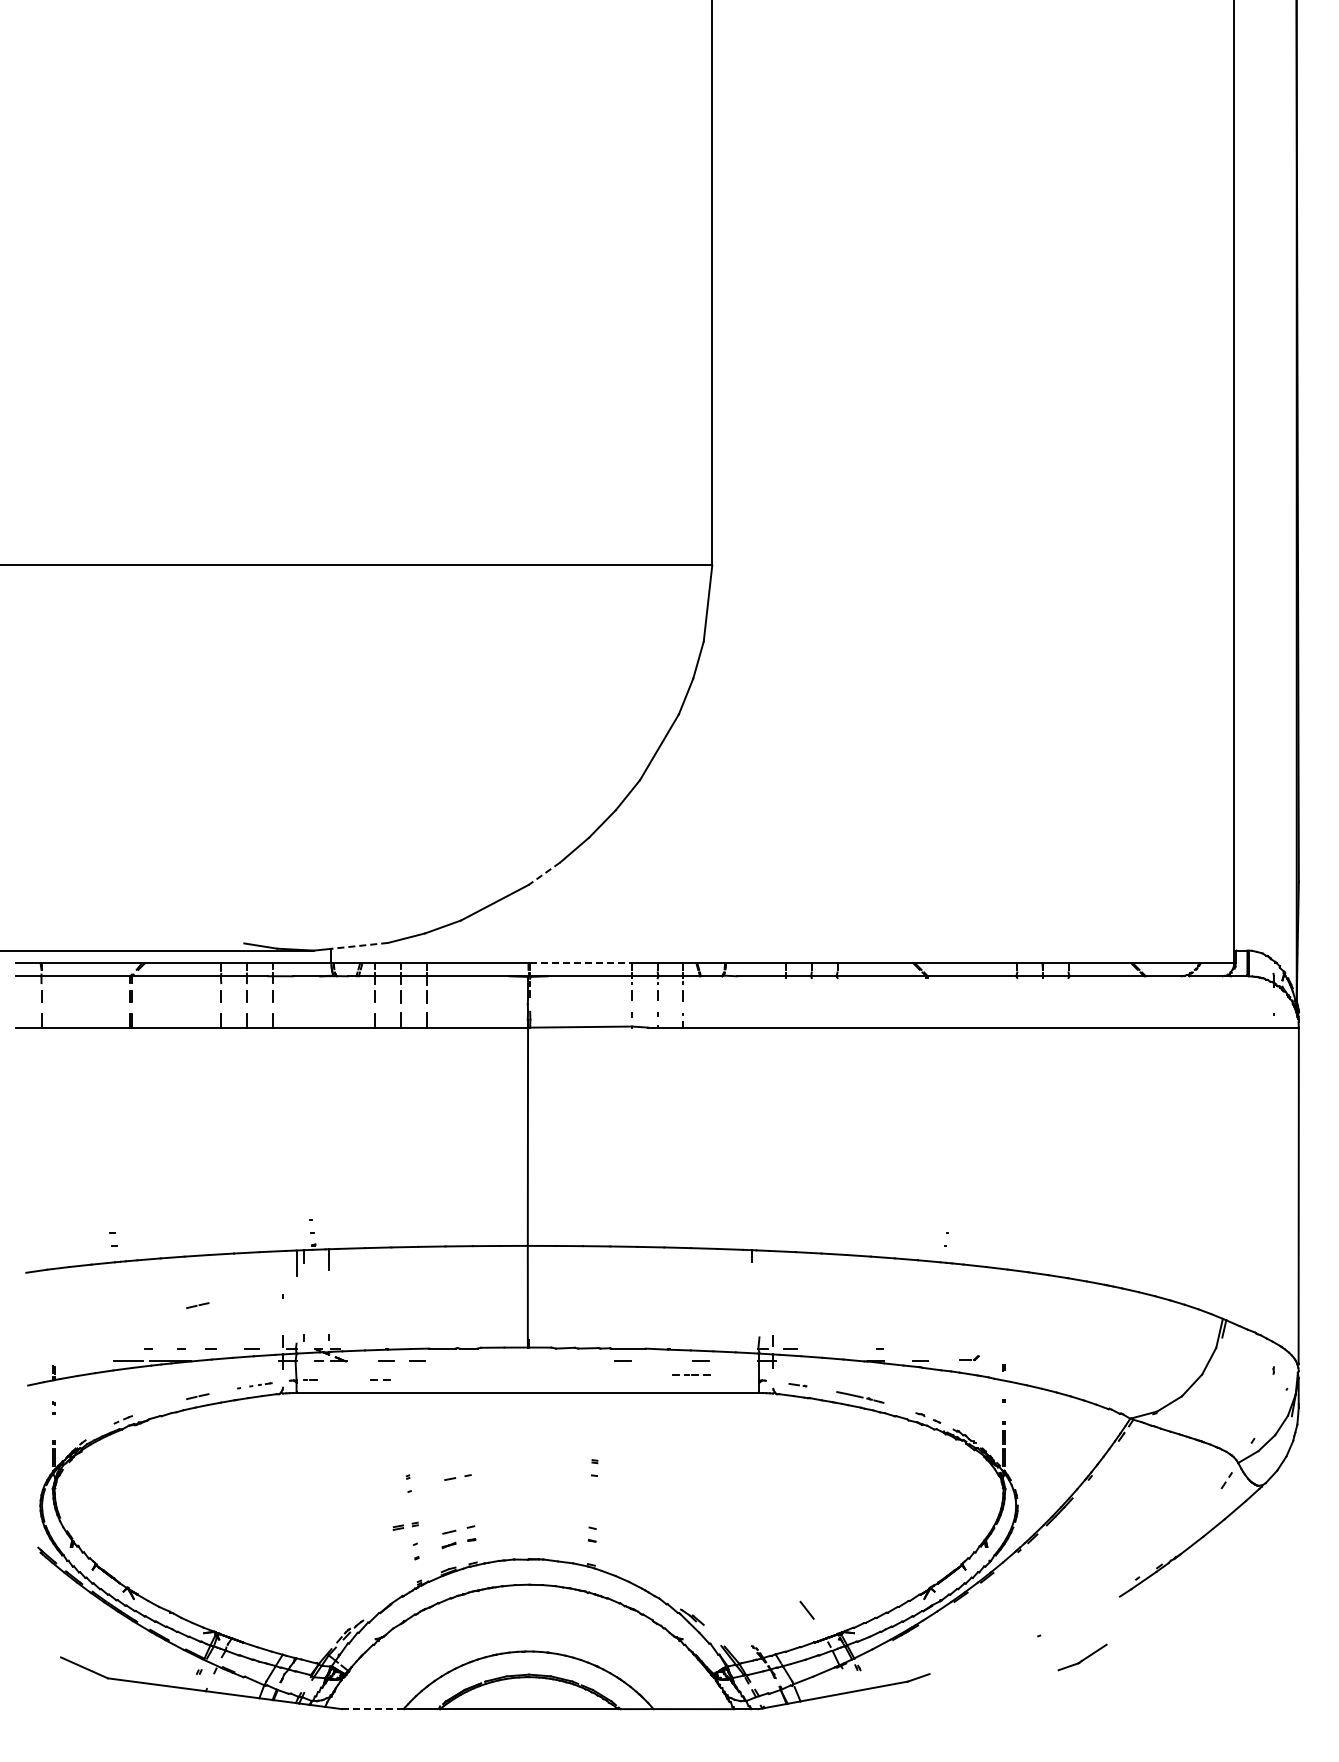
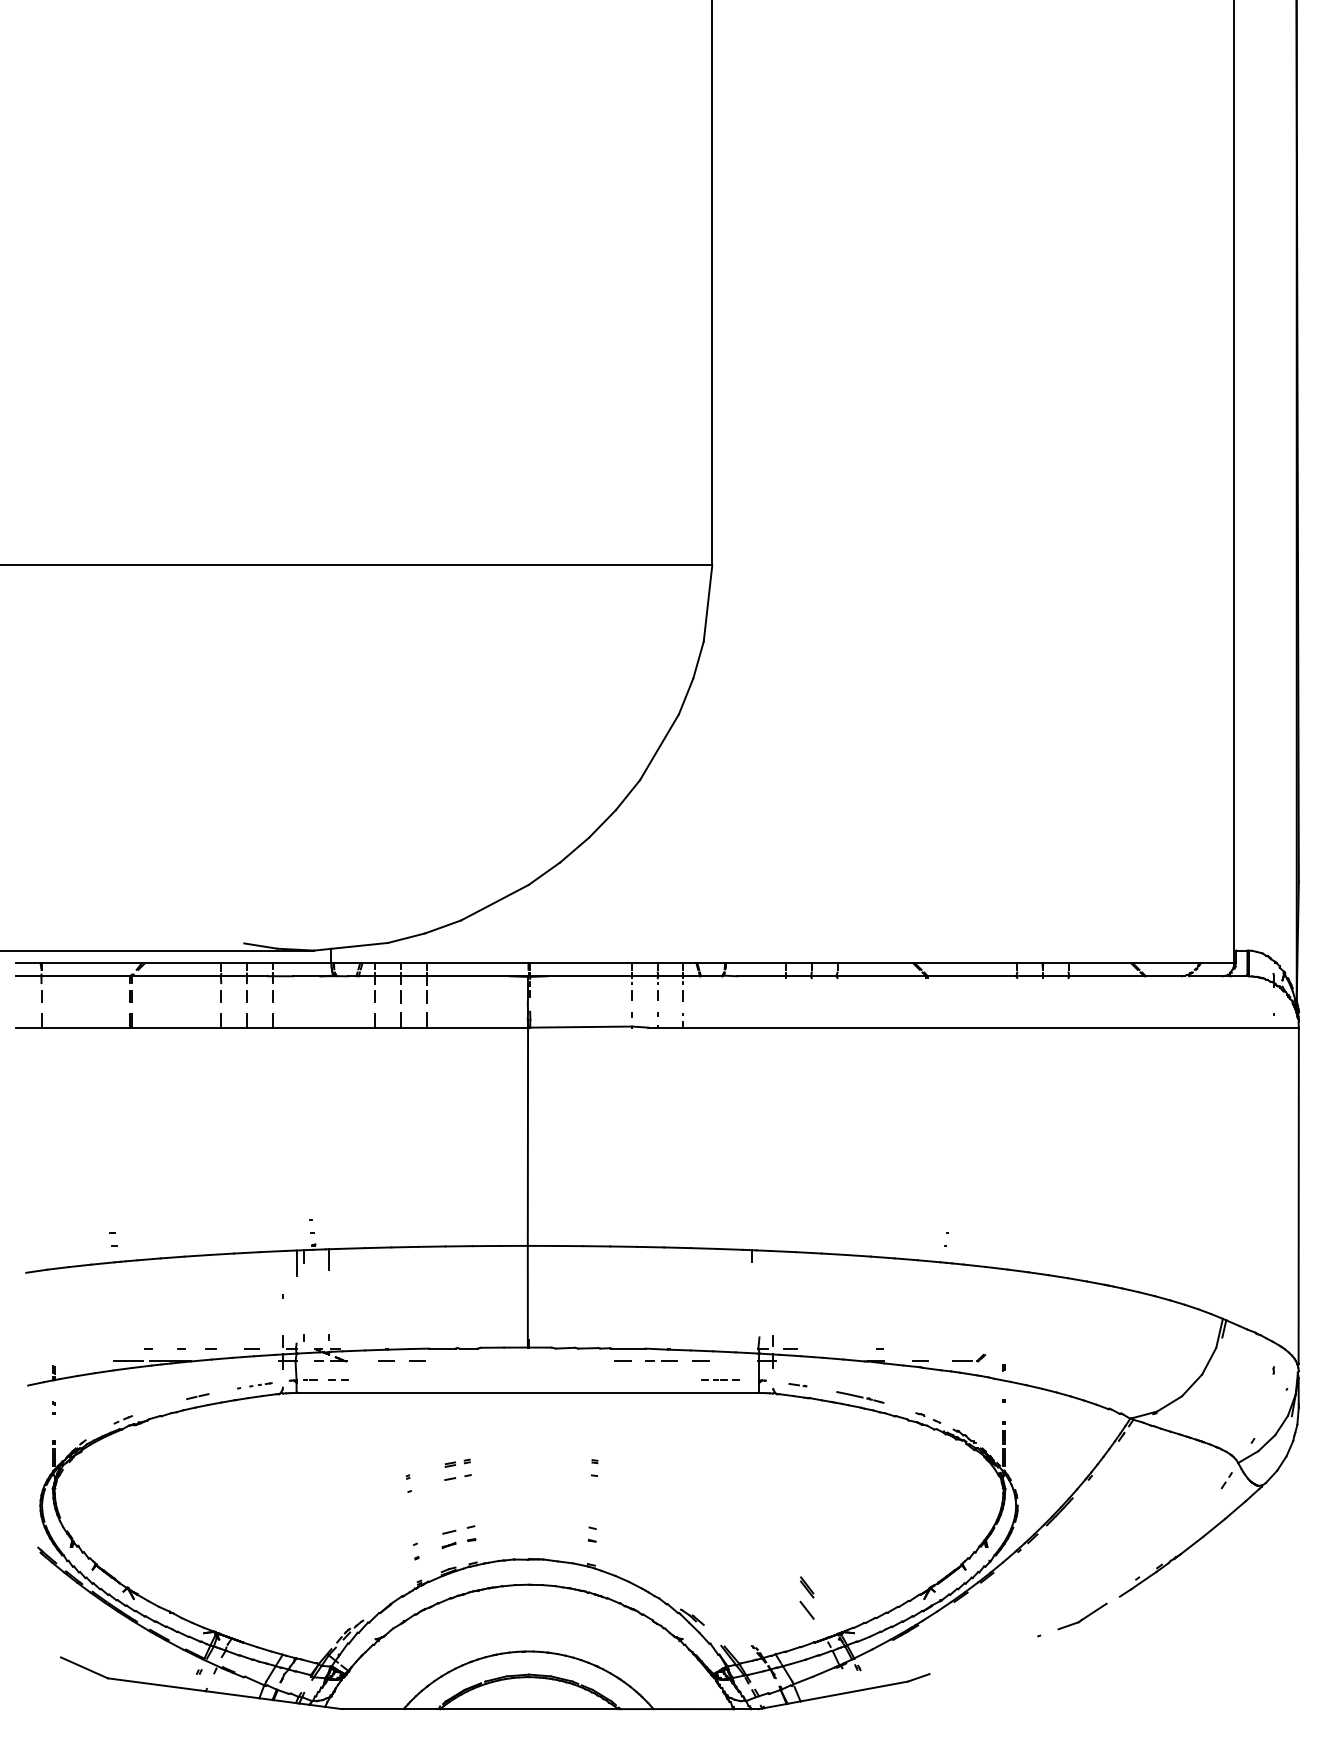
line at (544, 874): dashed -> solid
line at (359, 945): dashed -> solid
line at (581, 963): dashed -> solid
line at (197, 1305): present -> none
part at (969, 1358) size: 21x7 px -> 35x10 px
line at (661, 1360): none -> present
line at (691, 1374) position: (691, 1374) -> (720, 1379)
line at (377, 1379) position: (377, 1379) -> (335, 1379)
part at (405, 1525) position: (405, 1525) -> (457, 1462)
part at (806, 1587): none -> present
part at (1082, 1657) position: (1082, 1657) -> (1082, 1616)
line at (373, 1709): dashed -> solid
